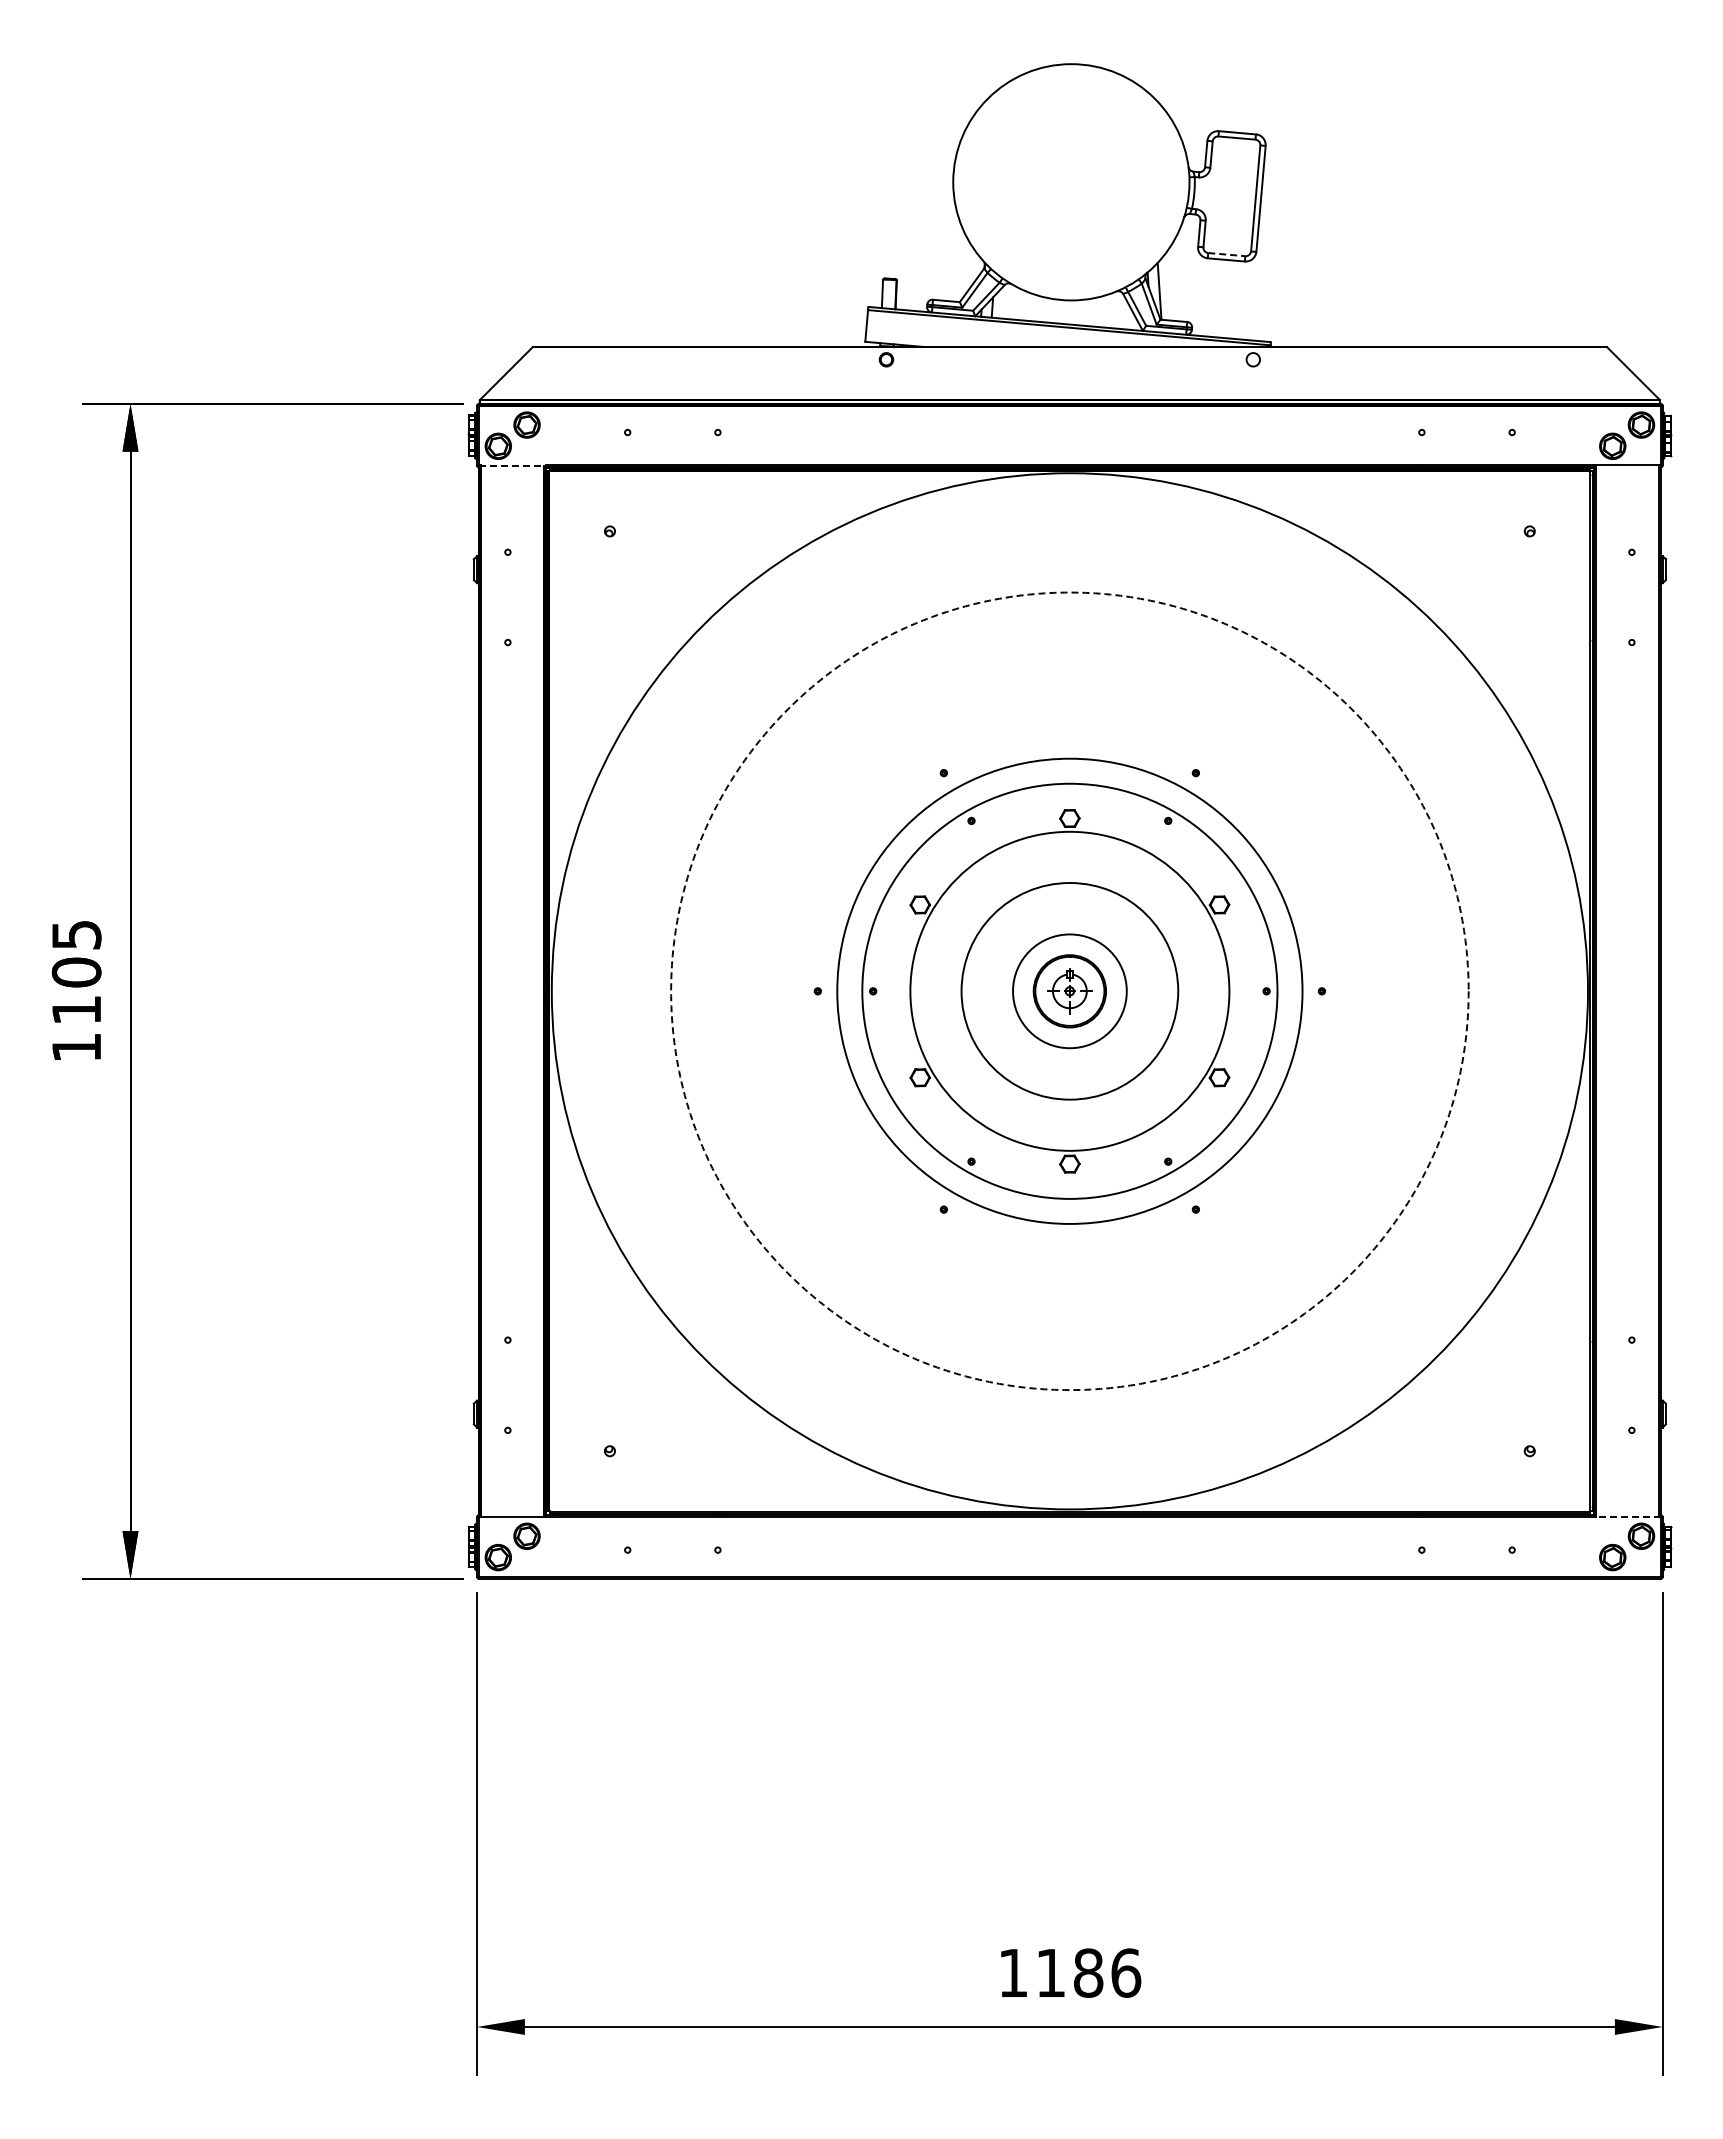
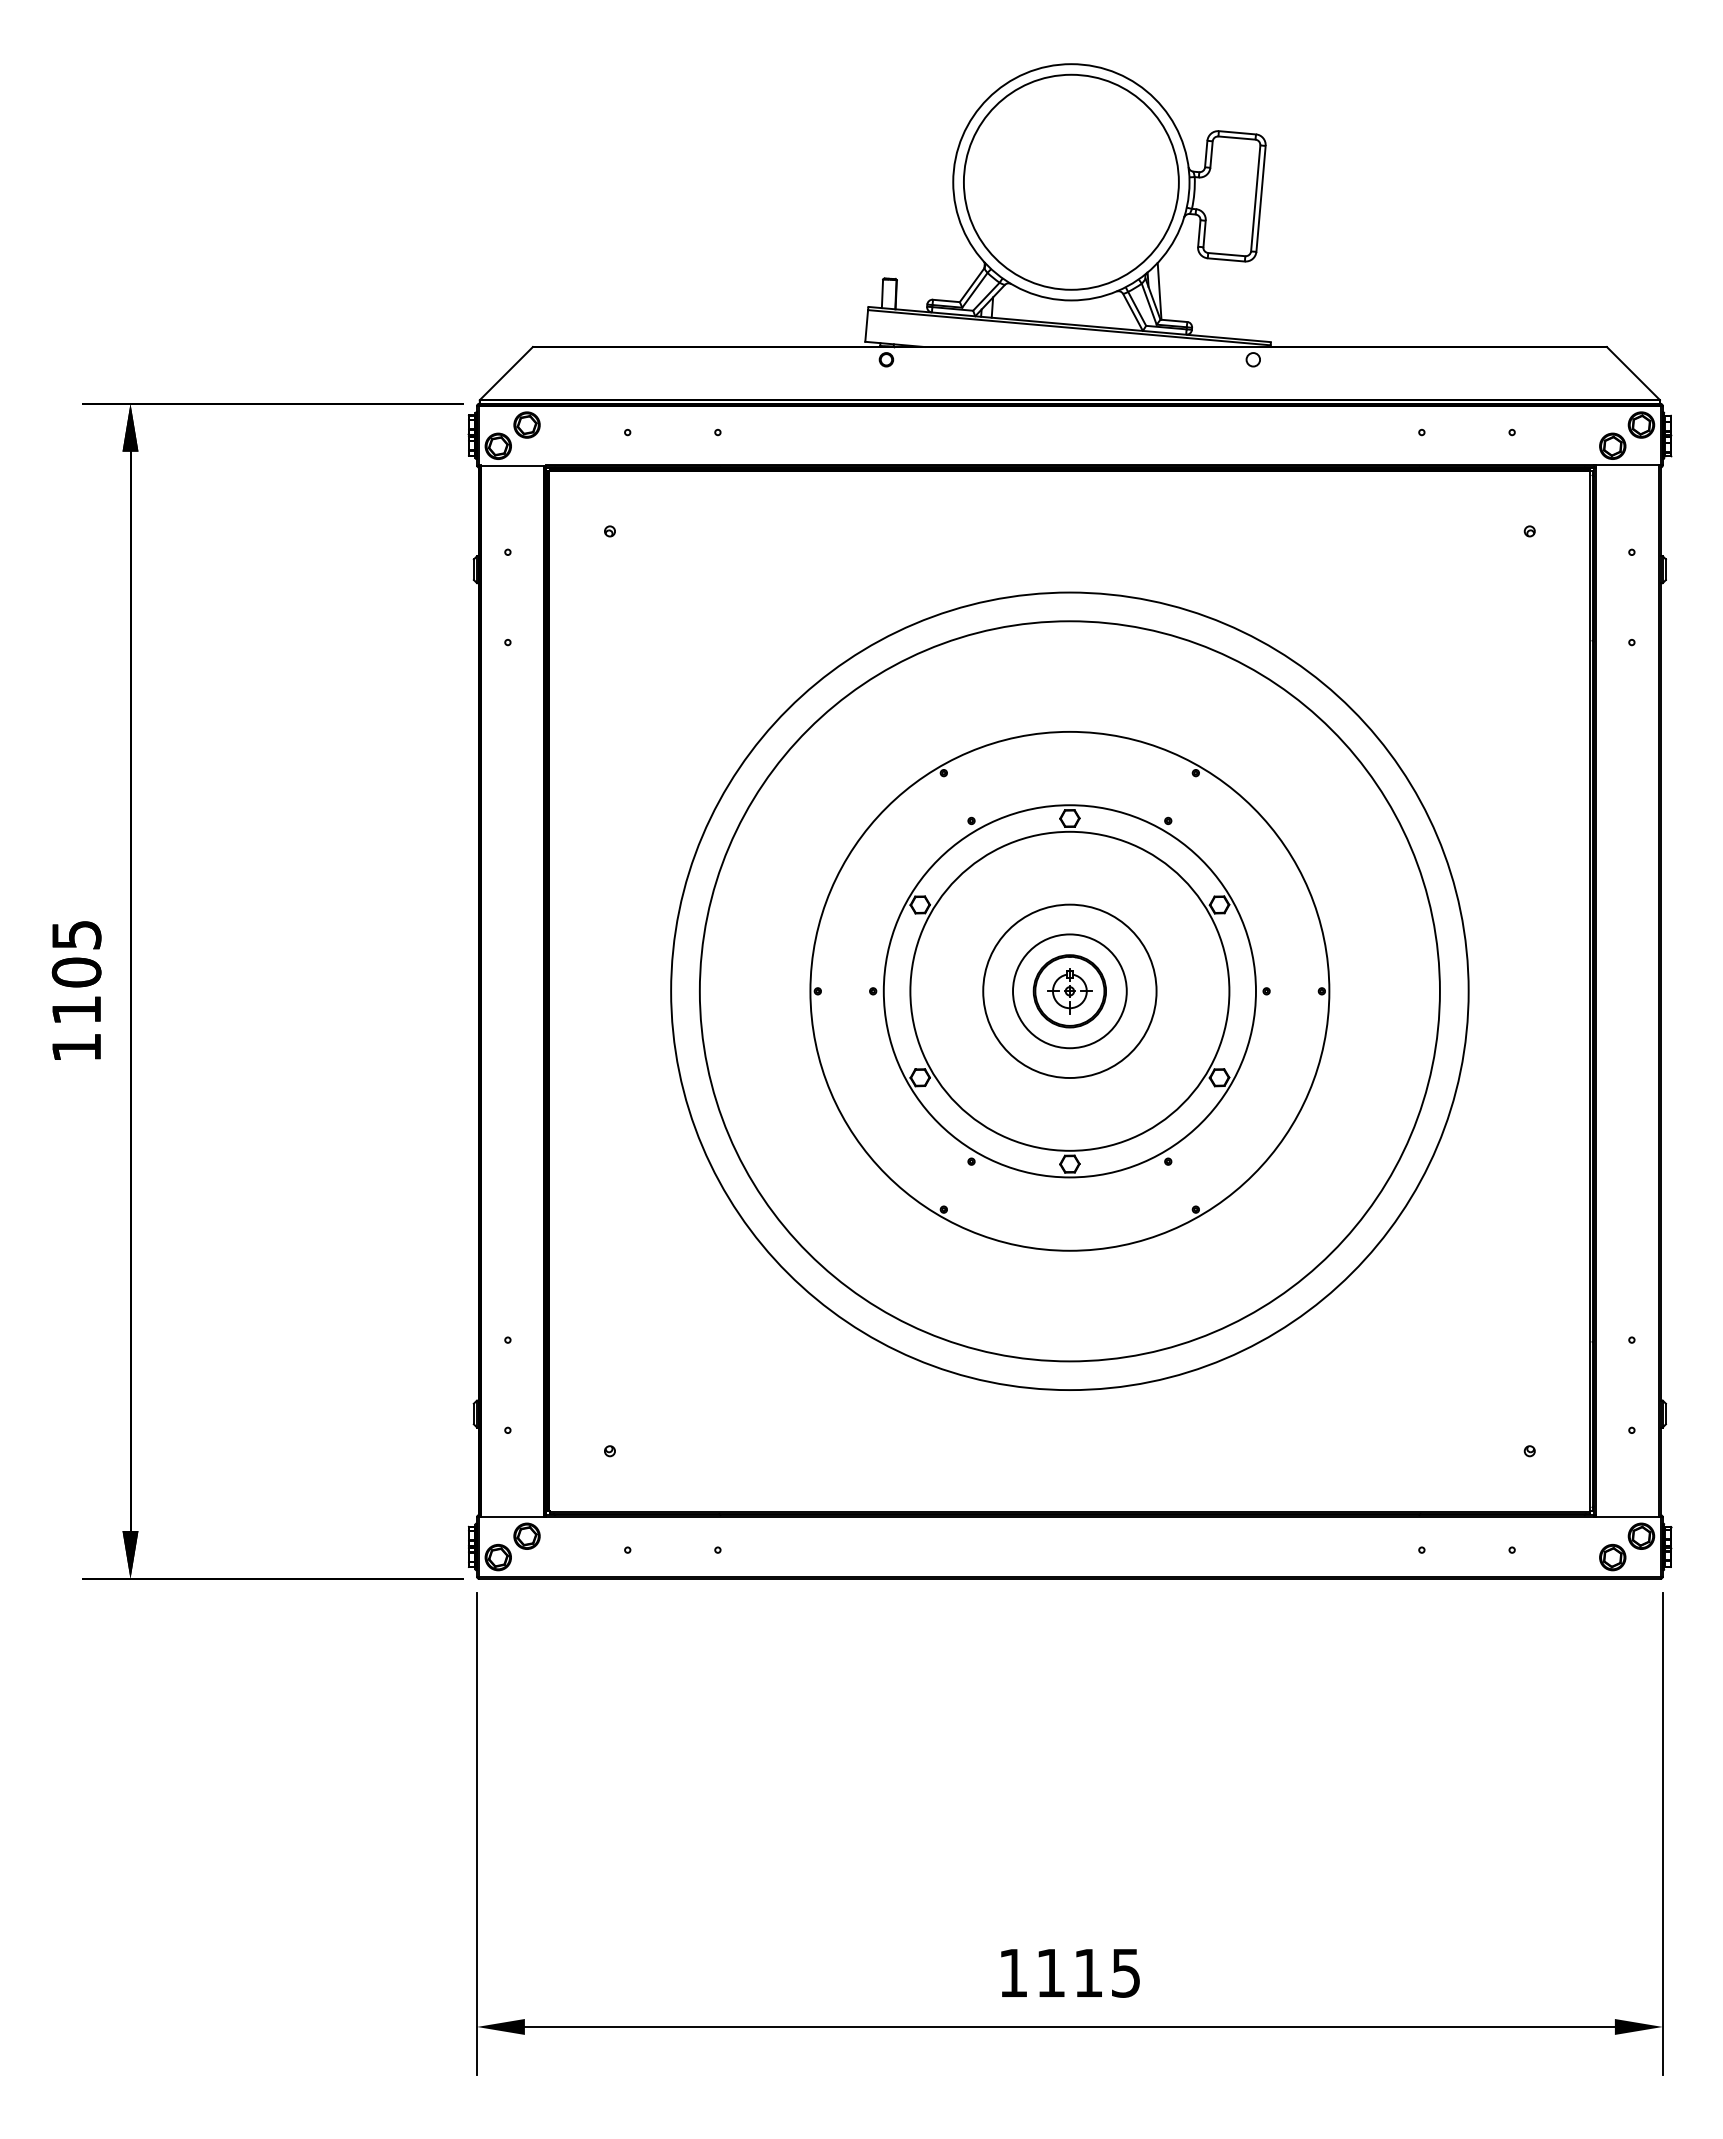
circle at (1071, 181): none -> present
line at (1226, 254): dashed -> solid
line at (513, 465): dashed -> solid
circle at (1069, 990) diameter: 415 px -> 519 px
circle at (1069, 990) diameter: 465 px -> 372 px
circle at (1069, 991) diameter: 1036 px -> 740 px
circle at (1069, 991) diameter: 217 px -> 173 px
circle at (1069, 991): dashed -> solid
line at (1626, 1517): dashed -> solid
text at (1107, 1972): 1186 -> 1115
